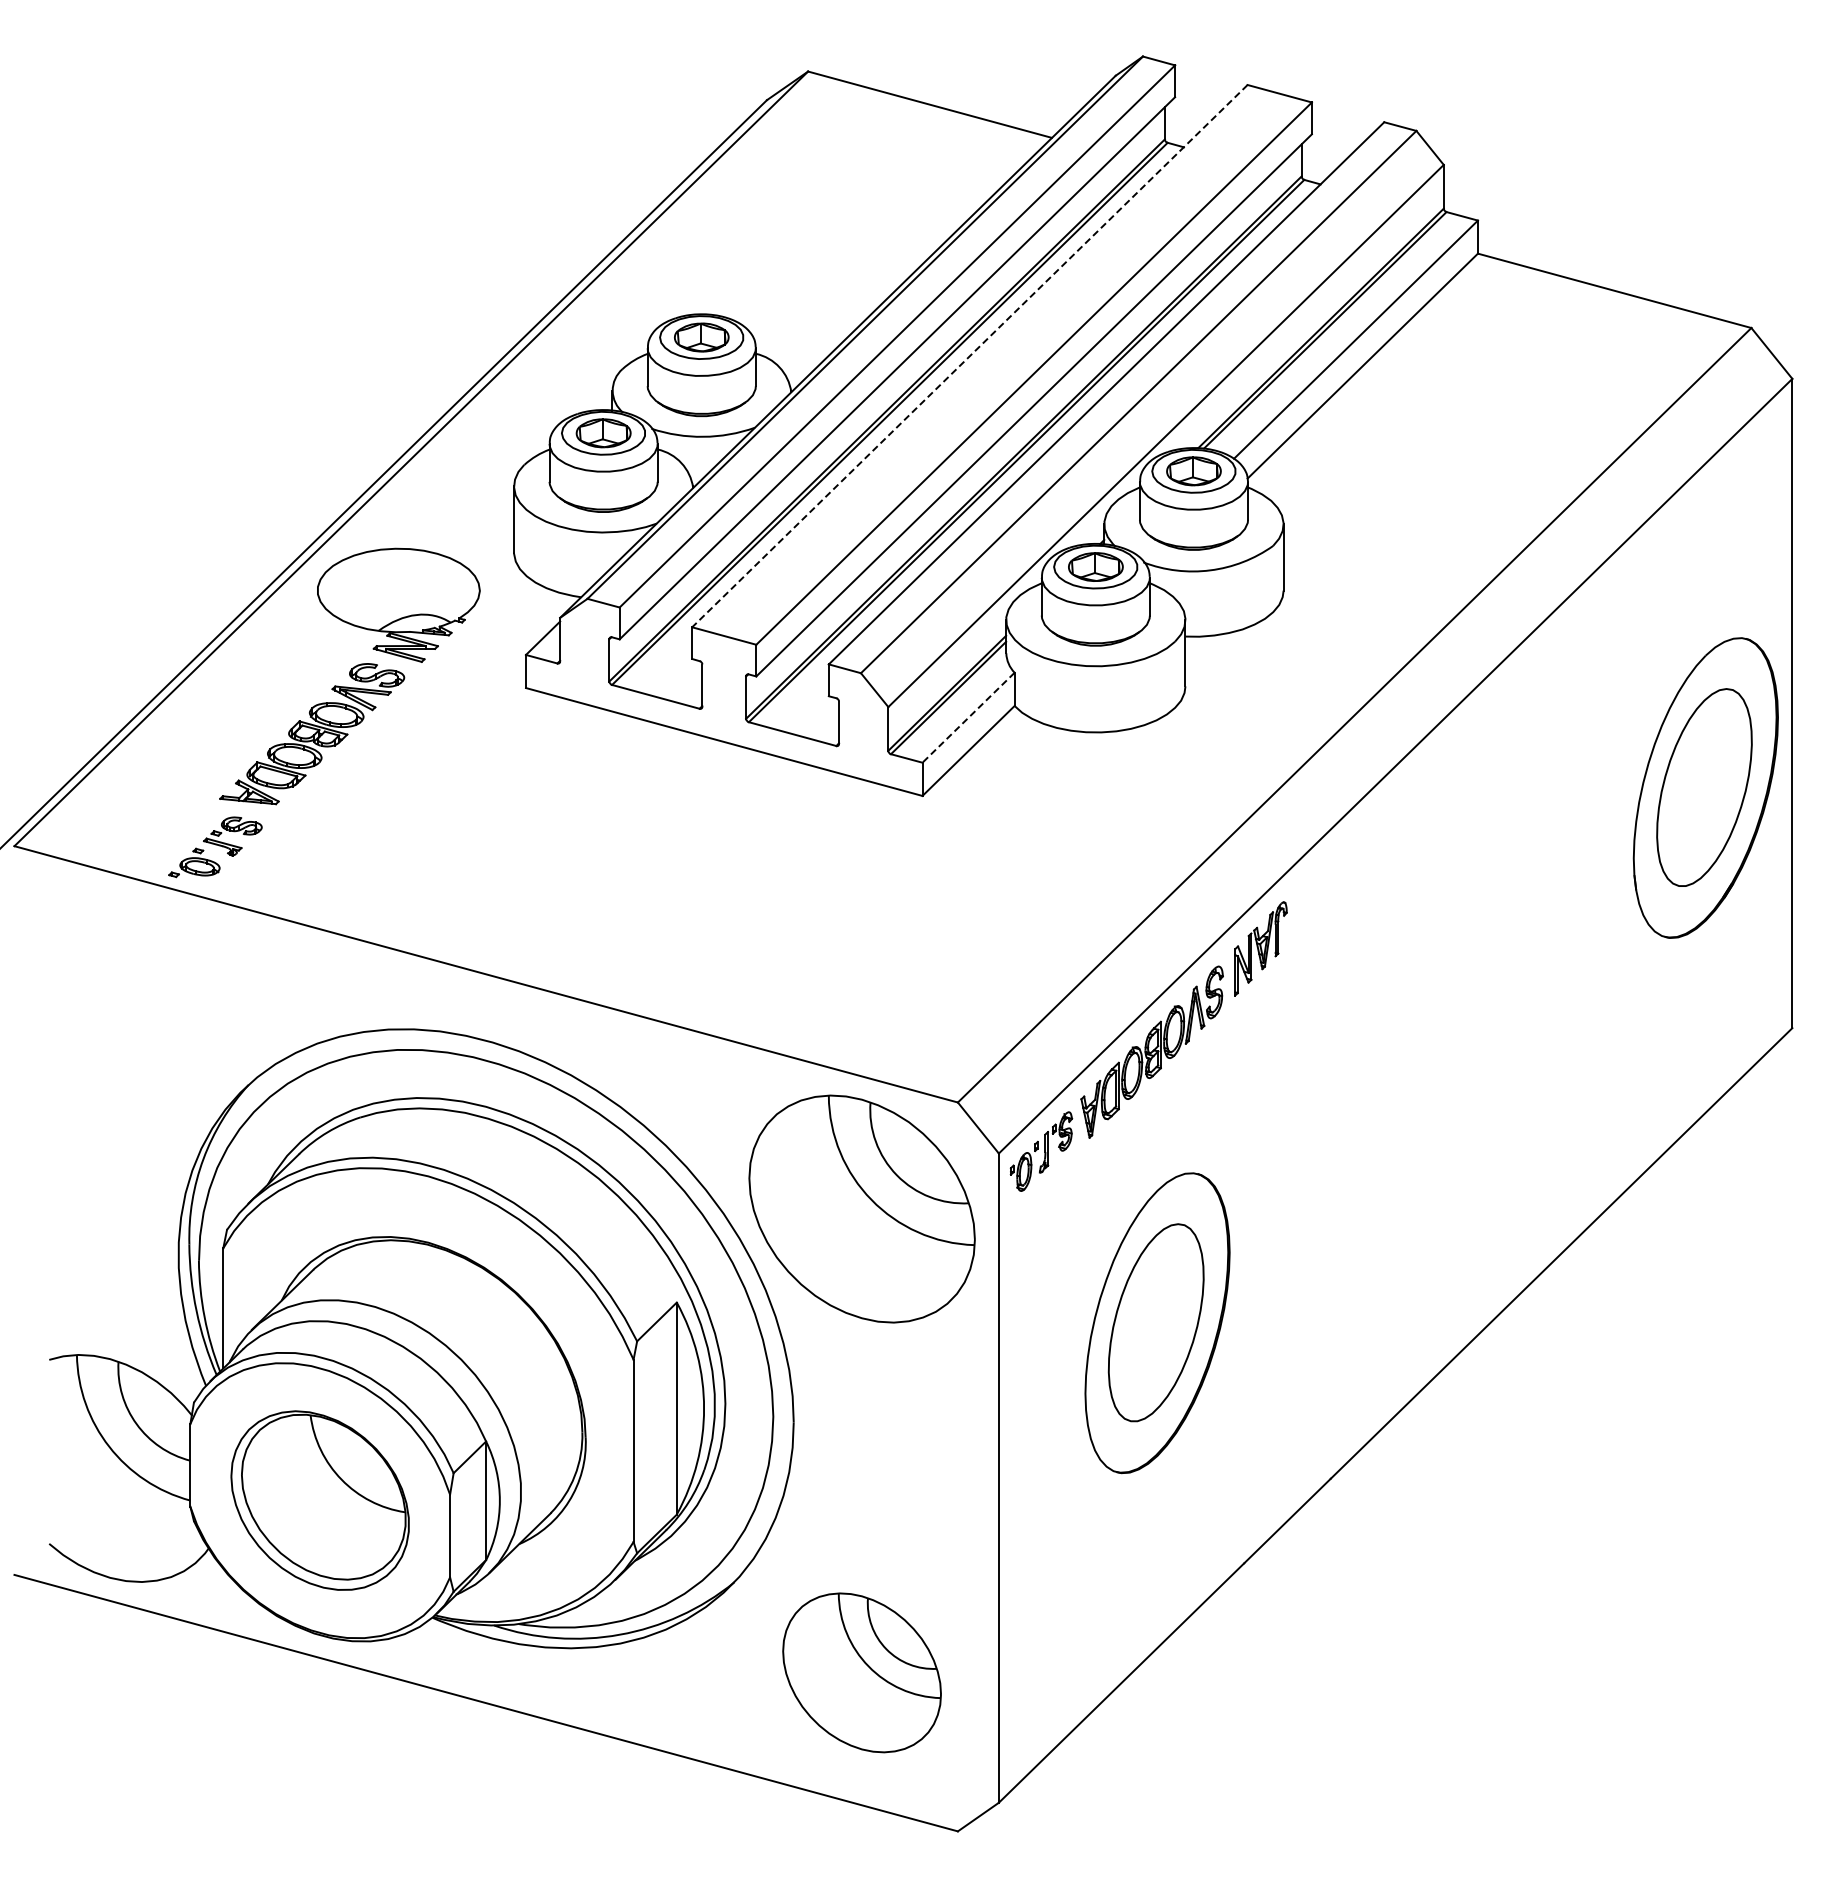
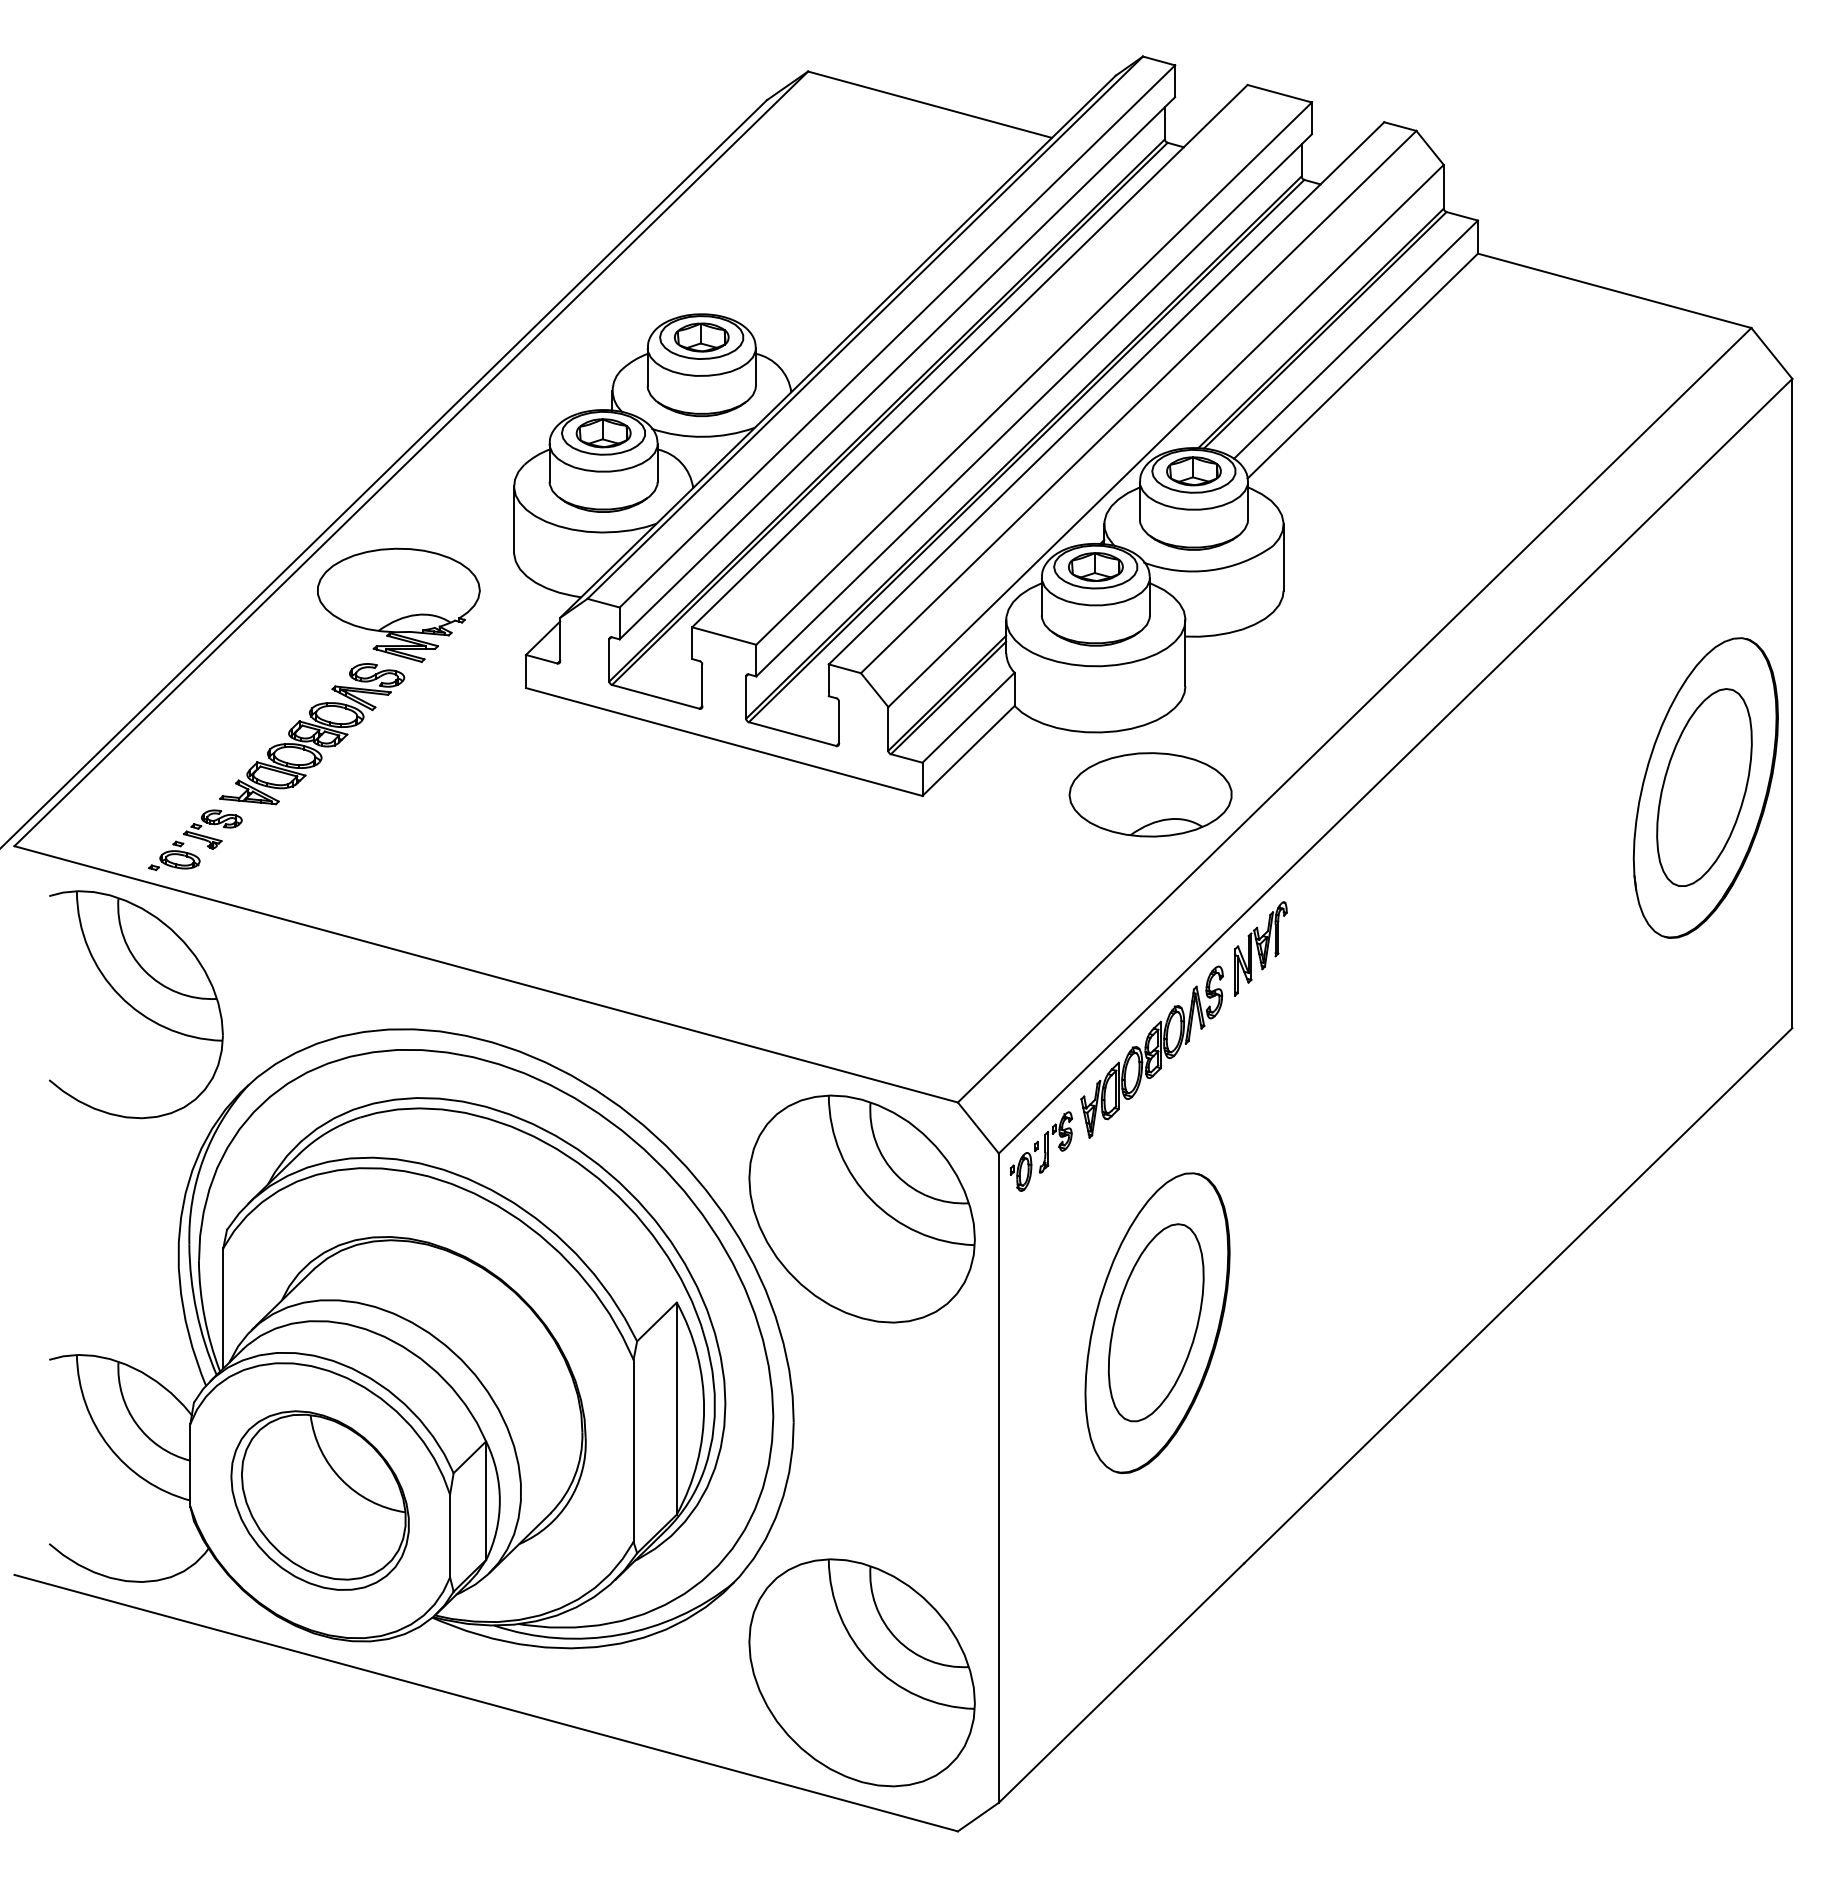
line at (969, 356): dashed -> solid
line at (968, 718): dashed -> solid
part at (1150, 794): none -> present
part at (215, 847) position: (215, 847) -> (195, 840)
part at (136, 1004): none -> present
part at (861, 1672) size: 160x162 px -> 228x230 px
